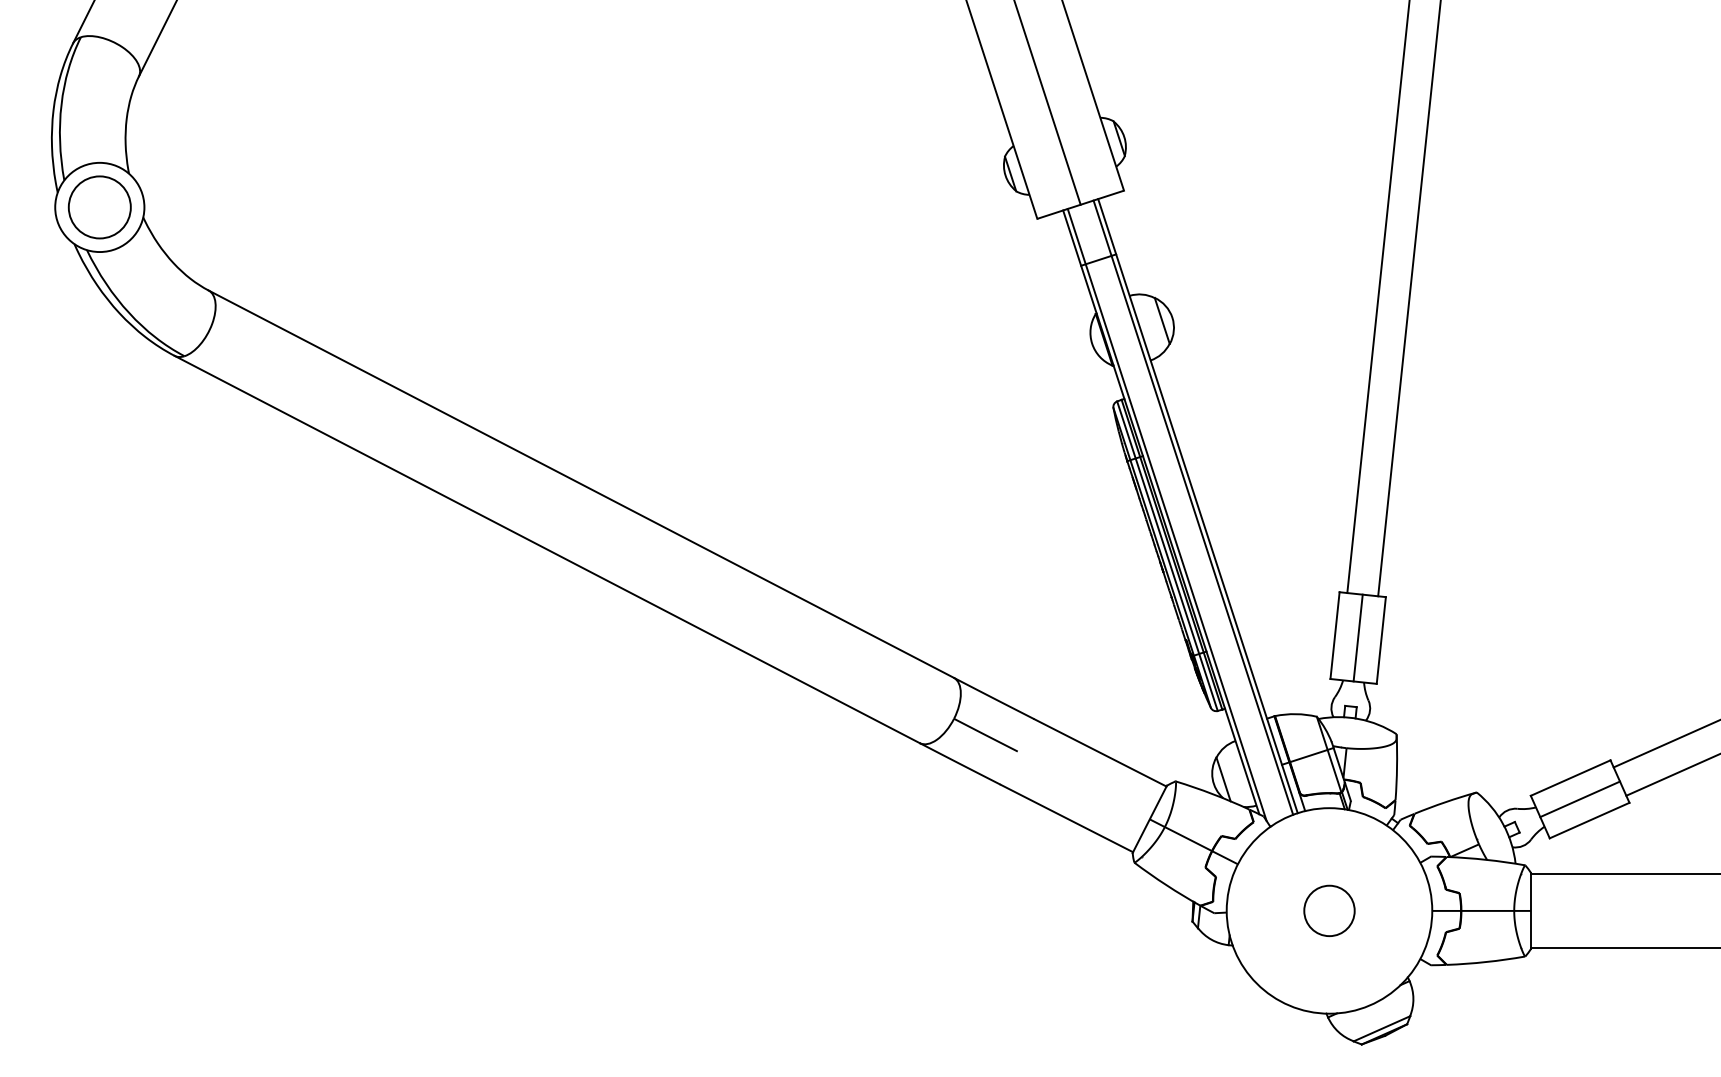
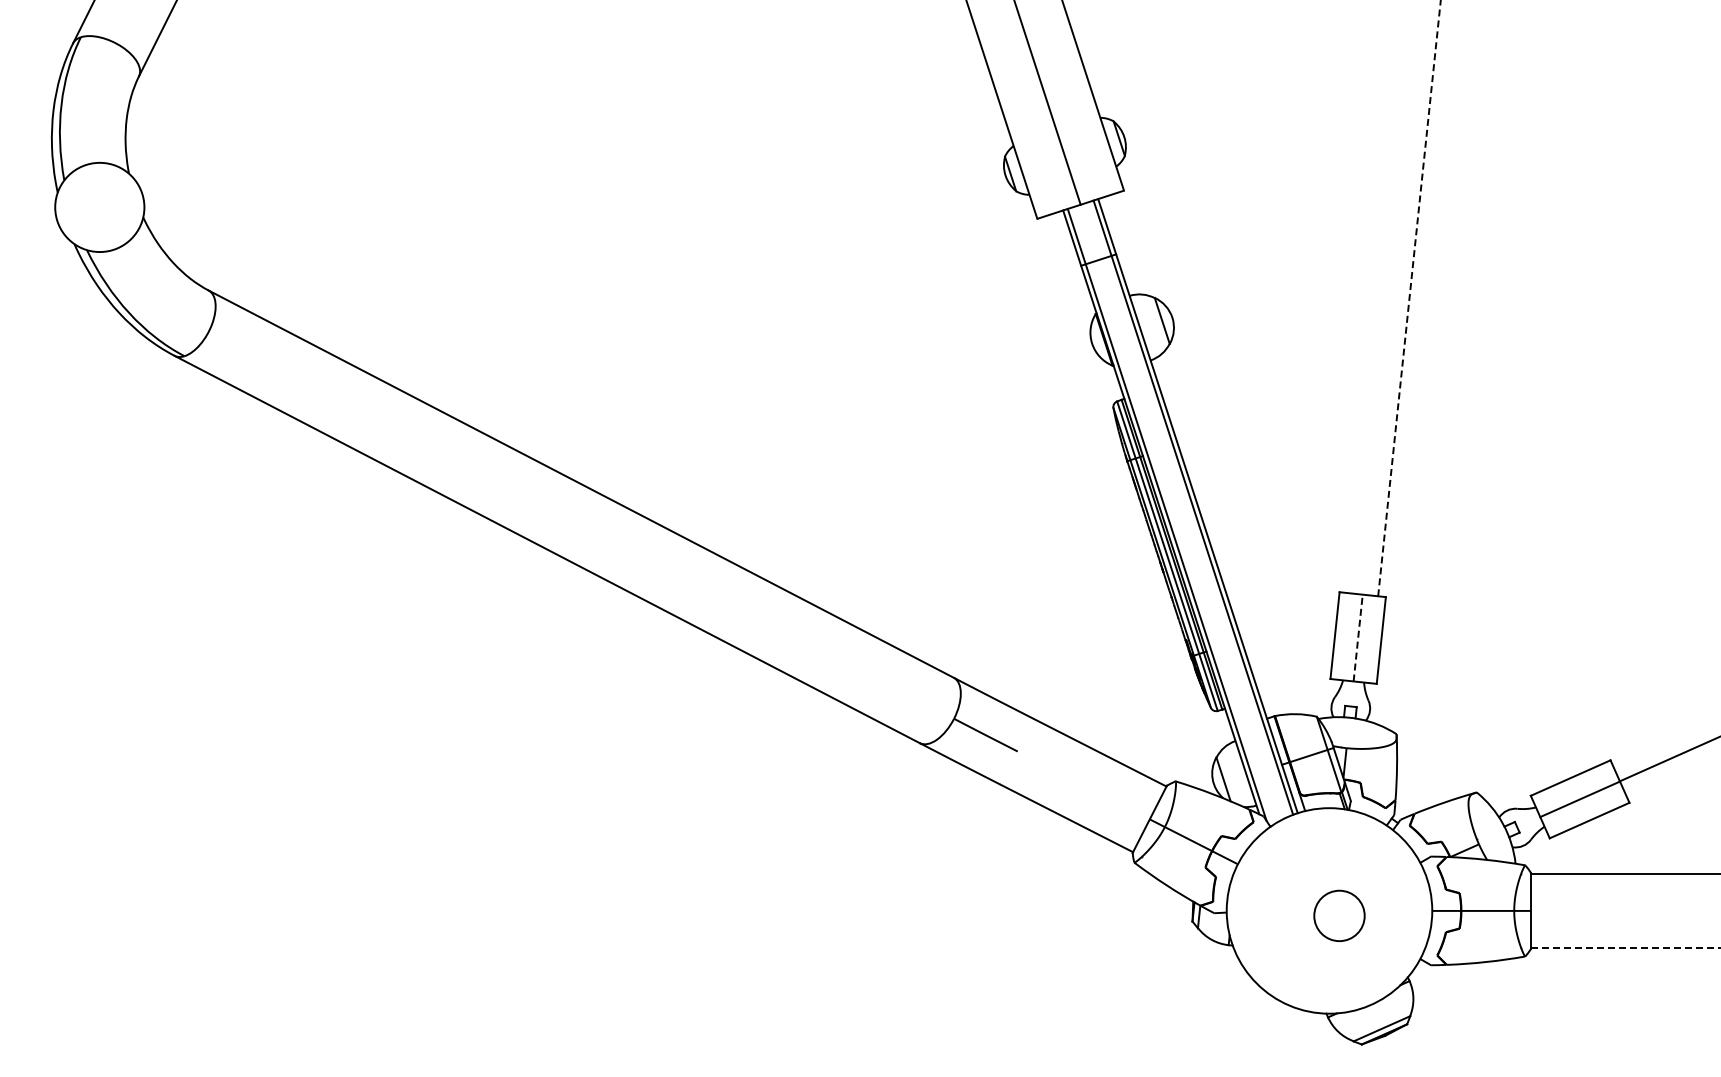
circle at (99, 207): present -> none
line at (1378, 297): present -> none
line at (1409, 298): solid -> dashed
line at (1358, 638): solid -> dashed
line at (1665, 744) position: (1665, 744) -> (1668, 759)
line at (1671, 775): present -> none
circle at (1329, 910) position: (1329, 910) -> (1339, 915)
line at (1626, 947): solid -> dashed
